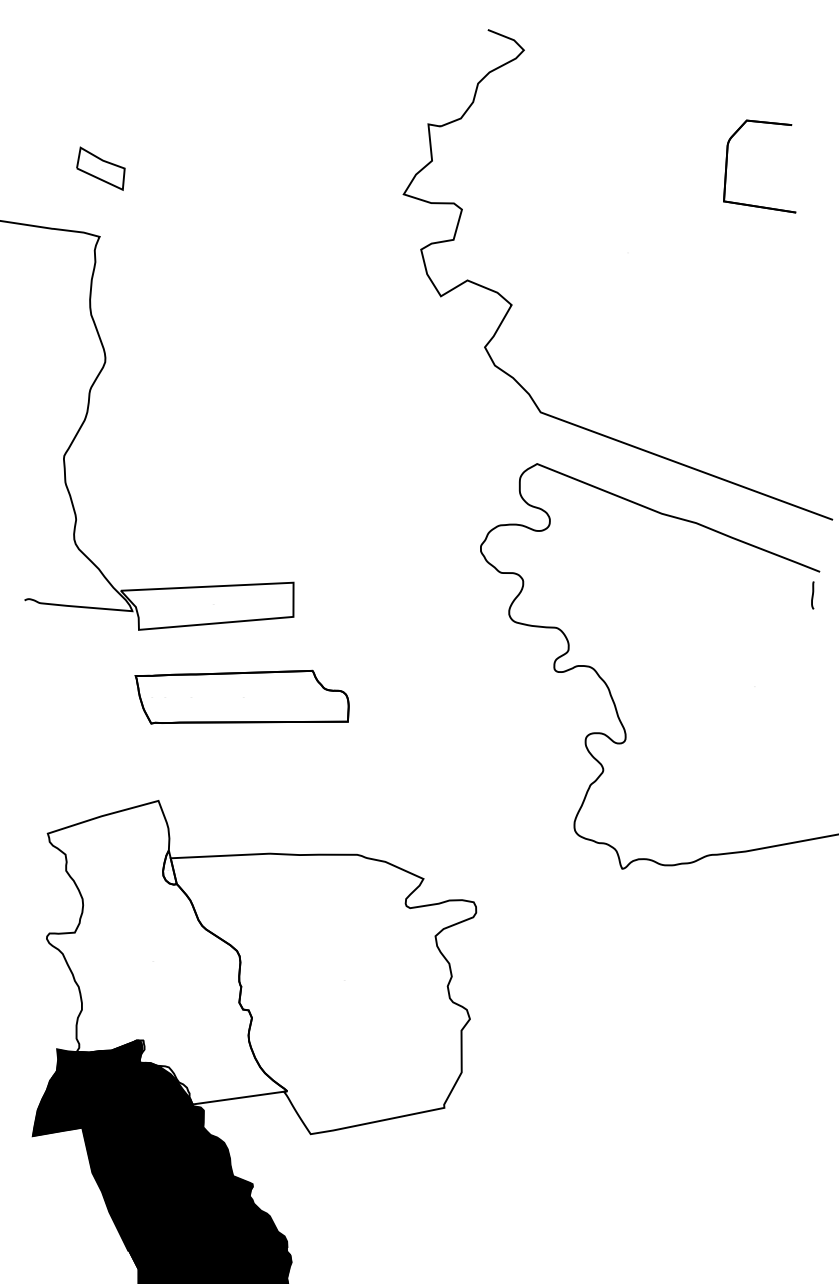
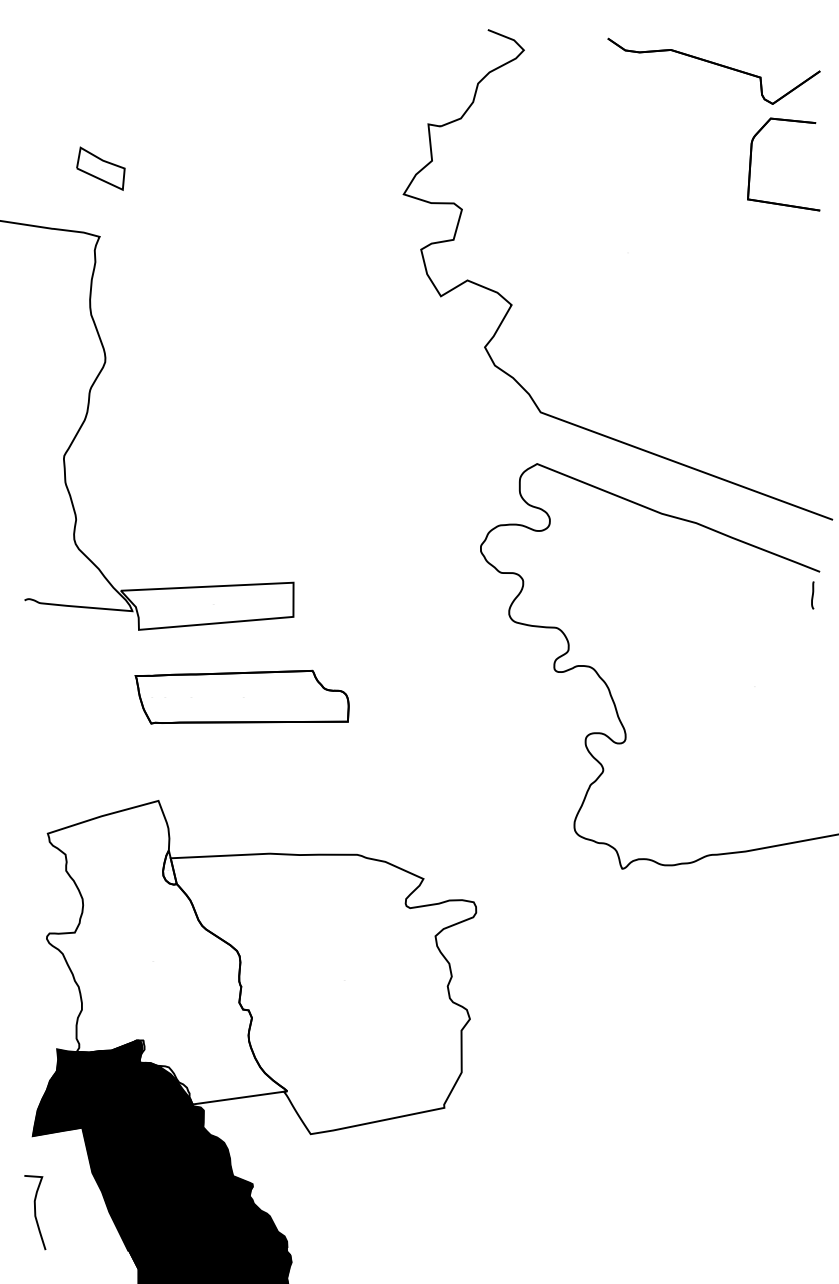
part at (713, 70): none -> present
part at (727, 166) position: (727, 166) -> (751, 164)
curve at (35, 1212): none -> present
